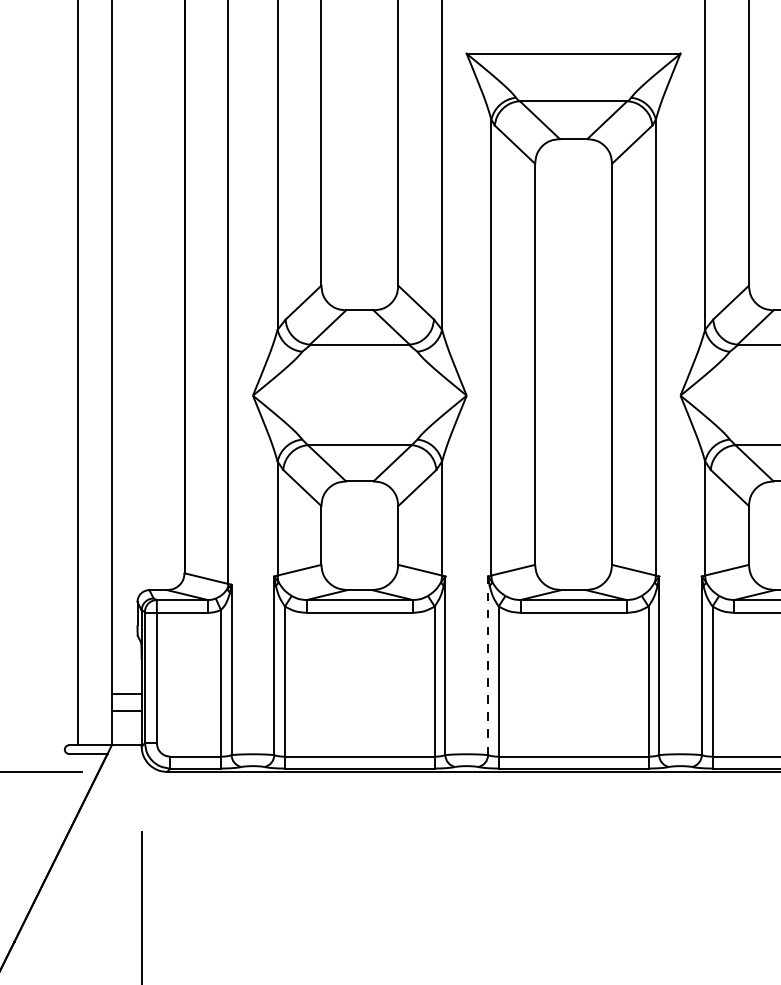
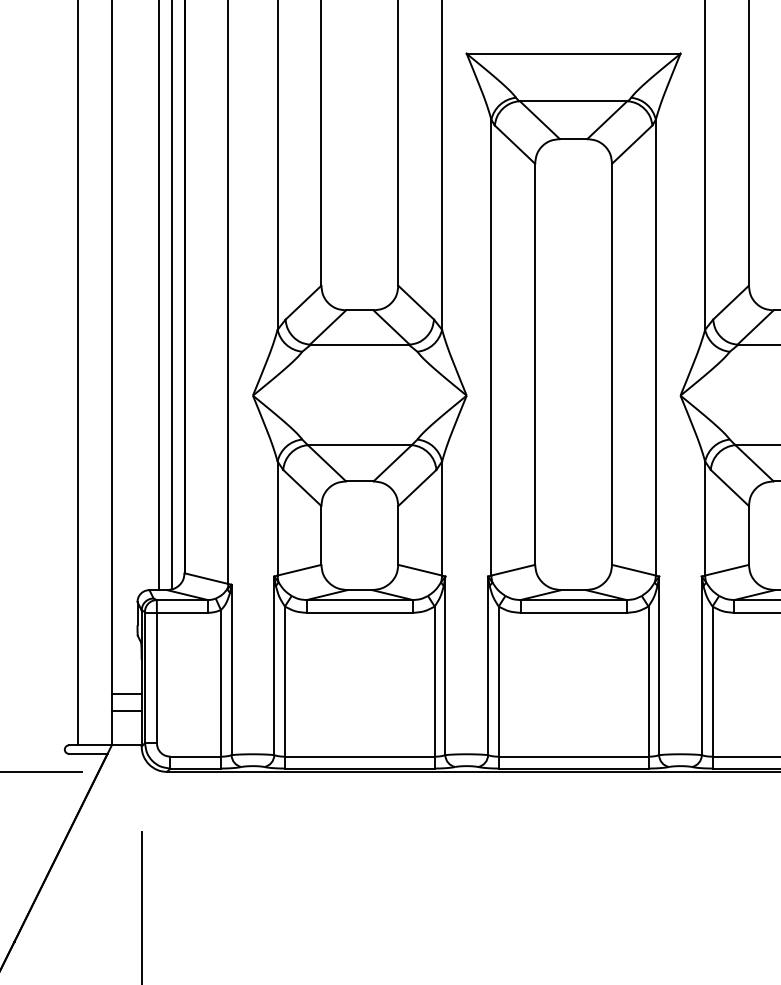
line at (171, 295): none -> present
line at (158, 296): none -> present
line at (488, 665): dashed -> solid
